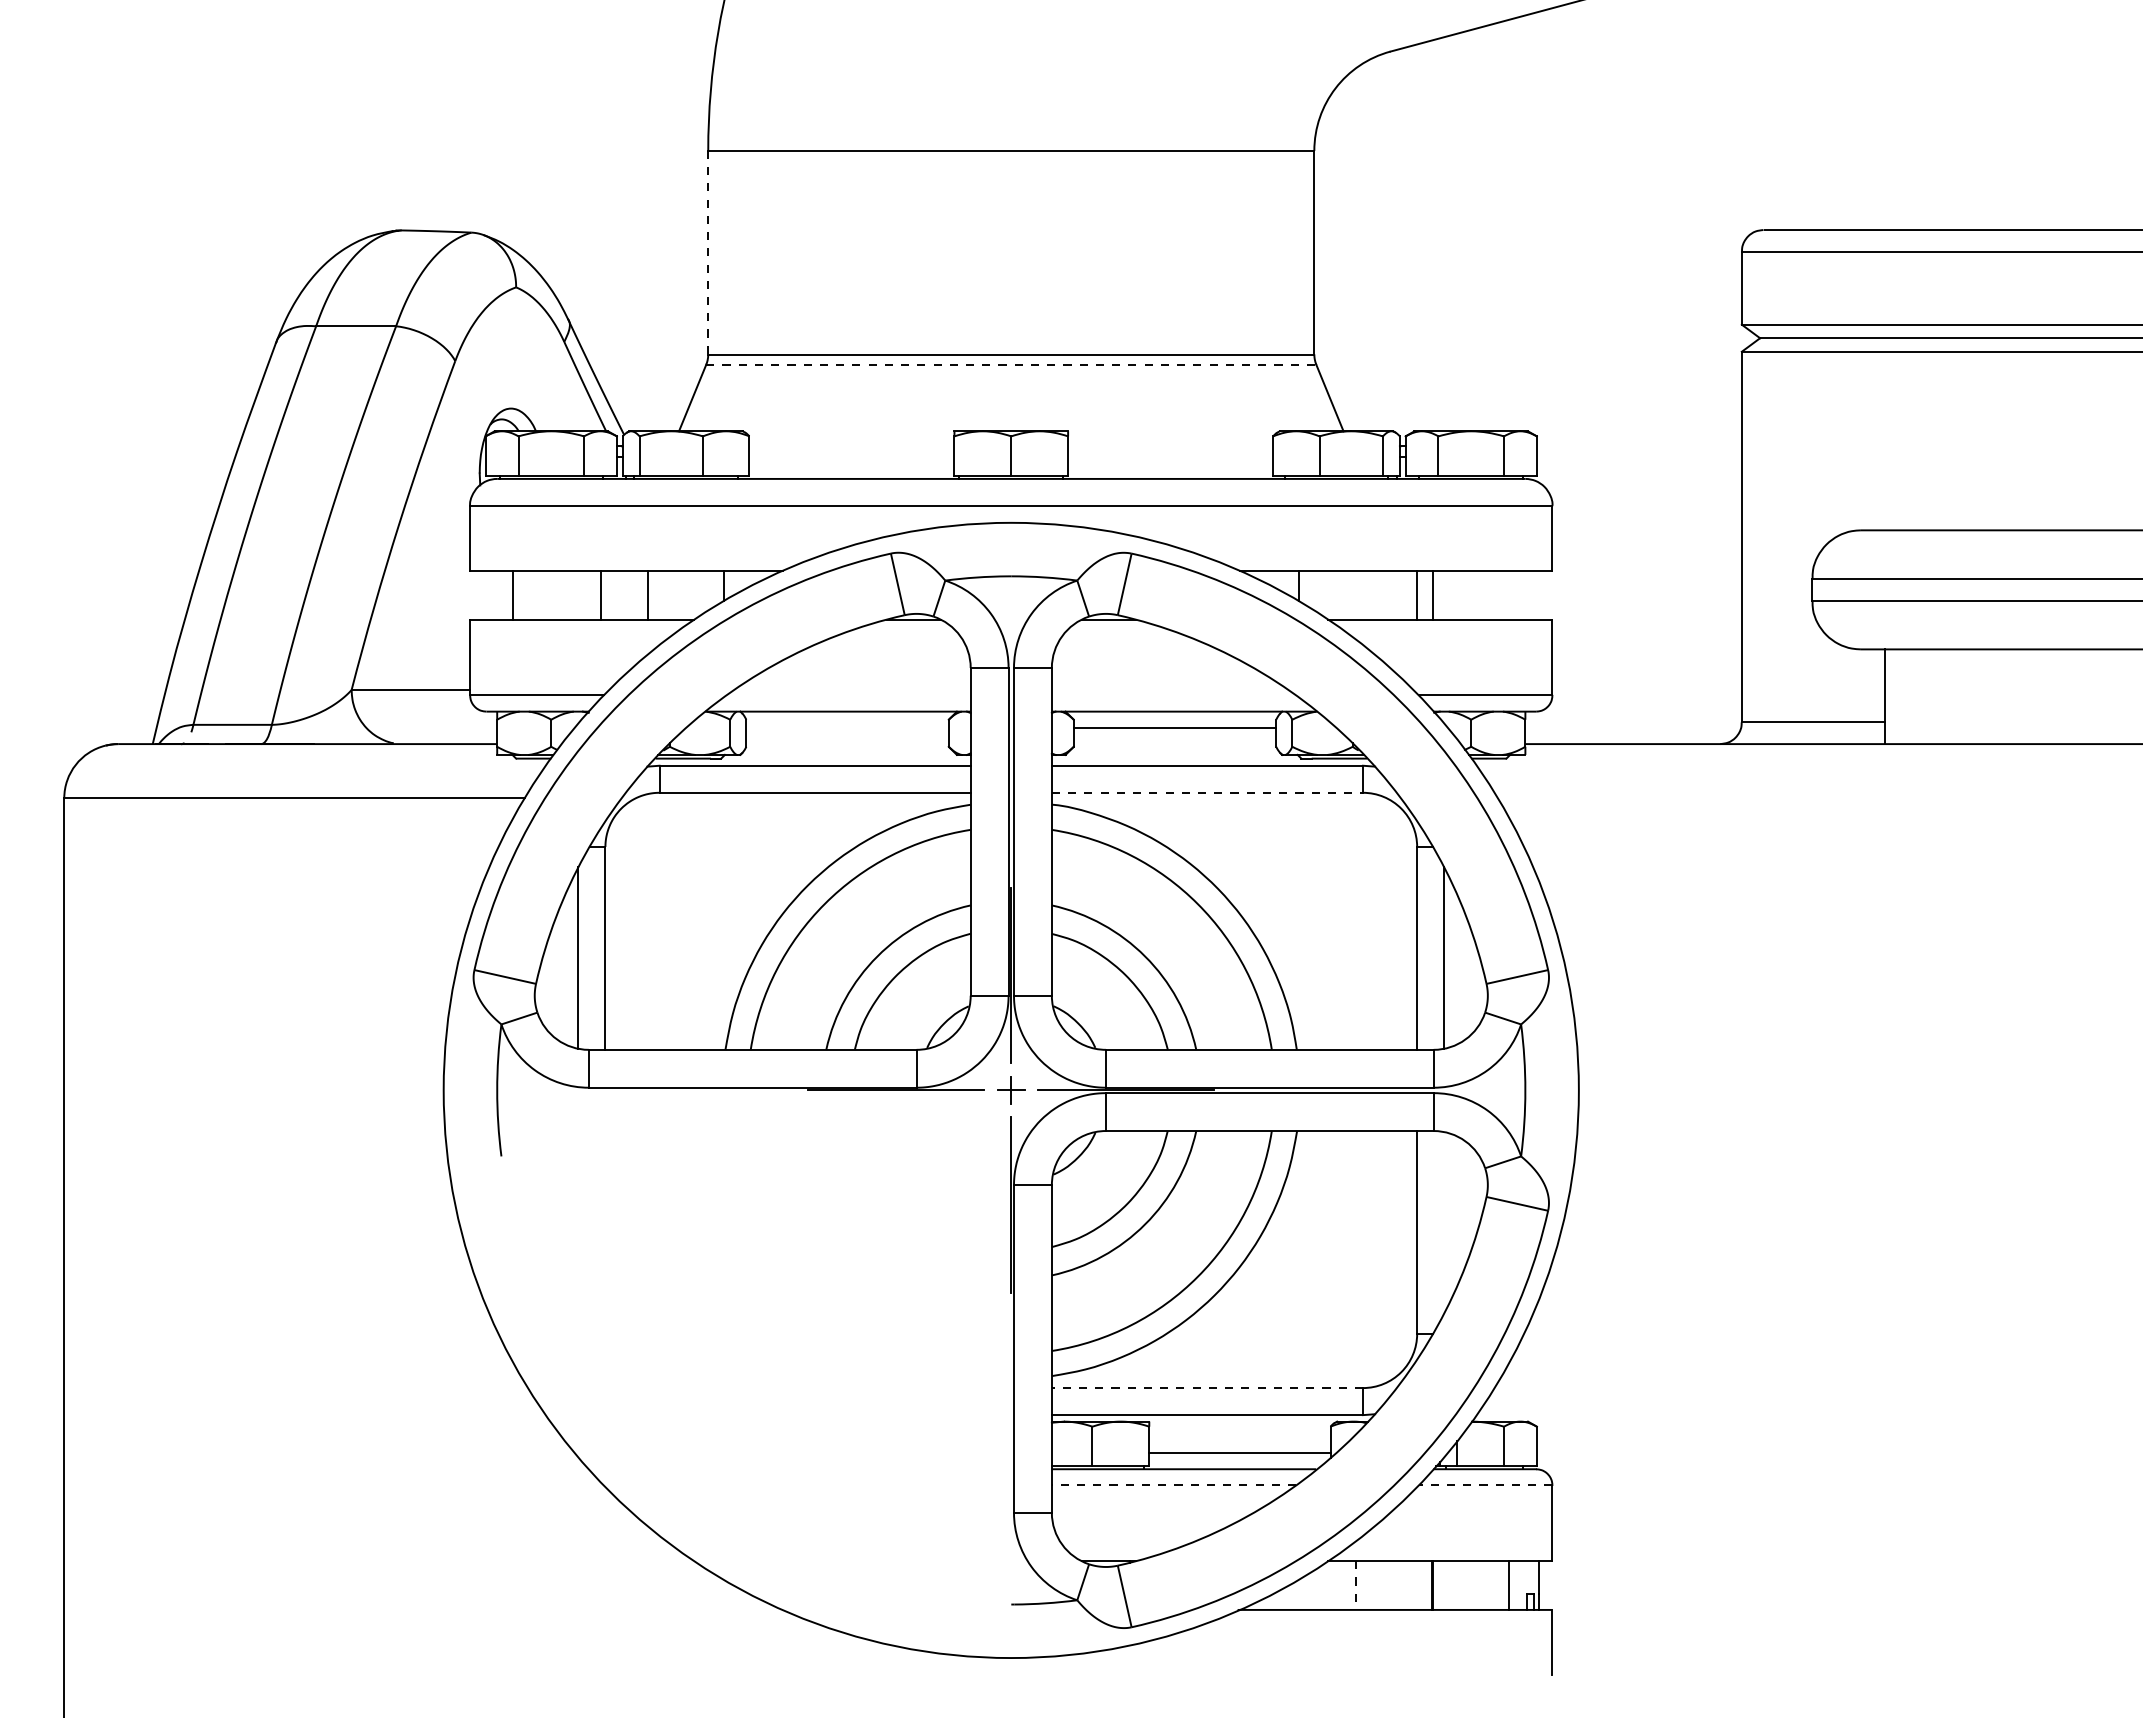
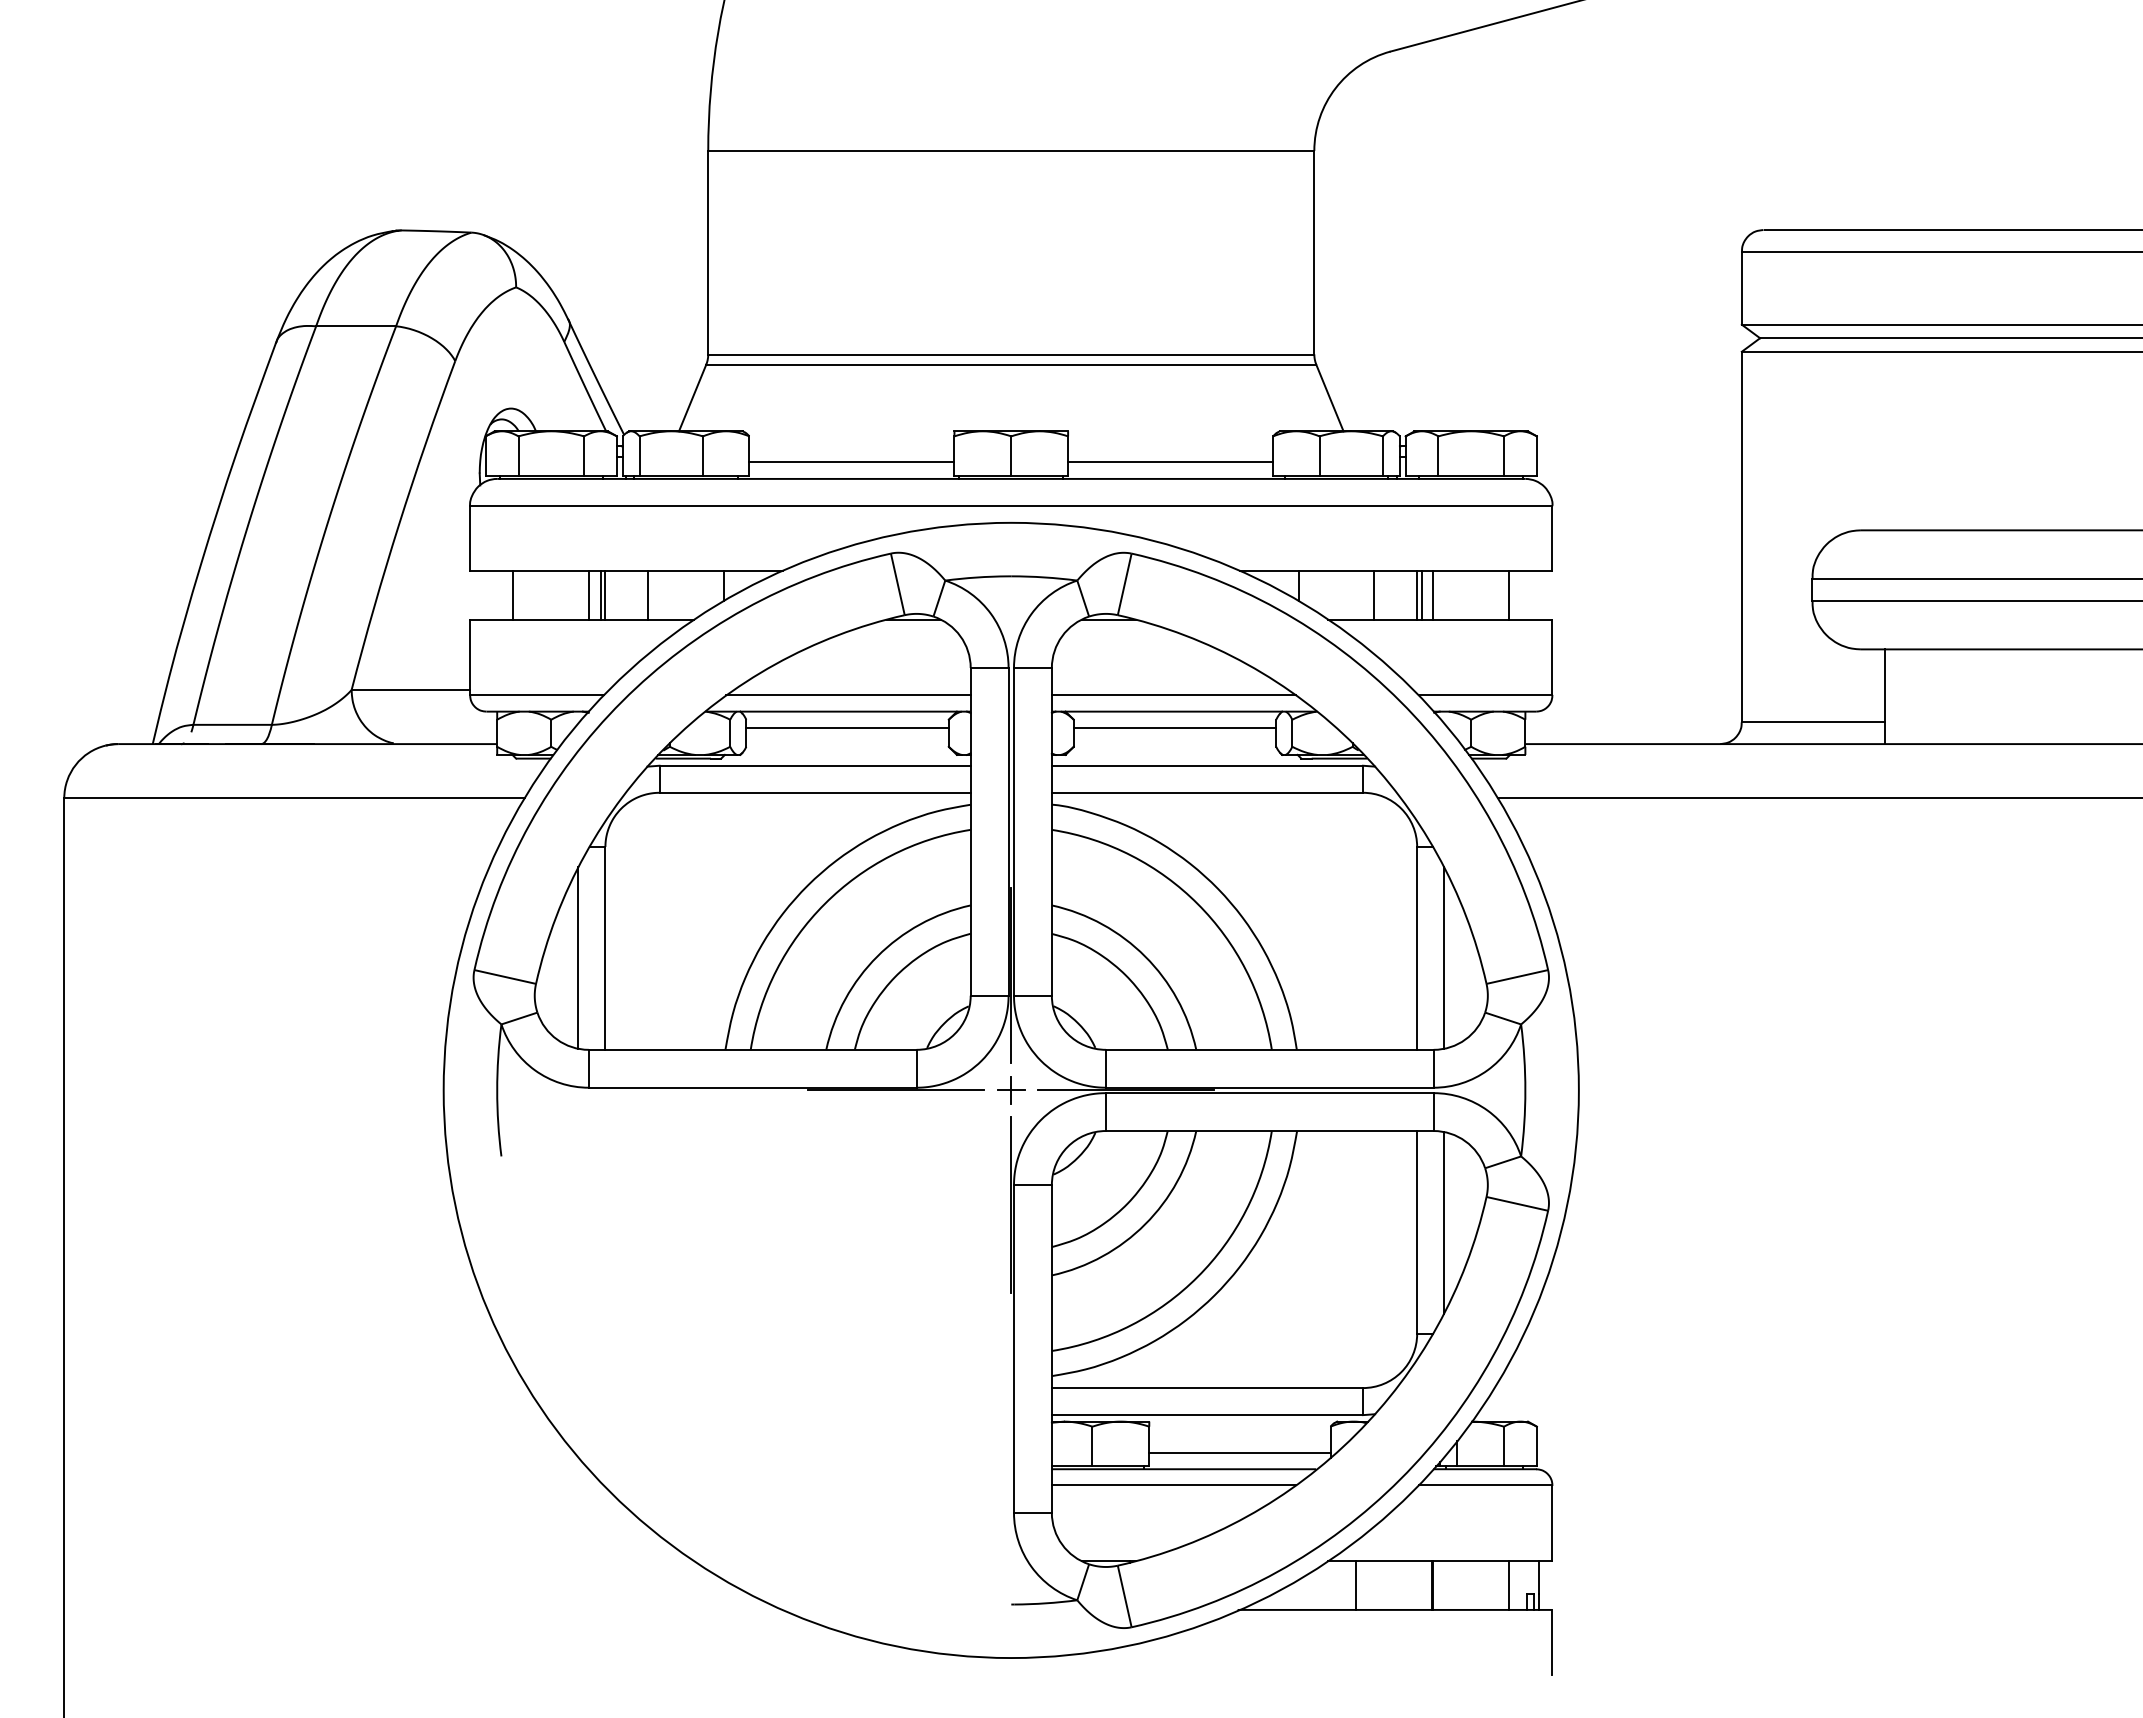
line at (708, 252): dashed -> solid
line at (1011, 364): dashed -> solid
line at (851, 462): none -> present
line at (1170, 462): none -> present
line at (589, 594): none -> present
line at (605, 594): none -> present
line at (1374, 594): none -> present
line at (1421, 594): none -> present
line at (1509, 594): none -> present
line at (848, 695): none -> present
line at (1173, 695): none -> present
line at (847, 727): none -> present
line at (1207, 792): dashed -> solid
line at (1818, 798): none -> present
line at (1444, 1222): none -> present
line at (1207, 1388): dashed -> solid
line at (1173, 1485): dashed -> solid
line at (1485, 1485): dashed -> solid
line at (1356, 1586): dashed -> solid
